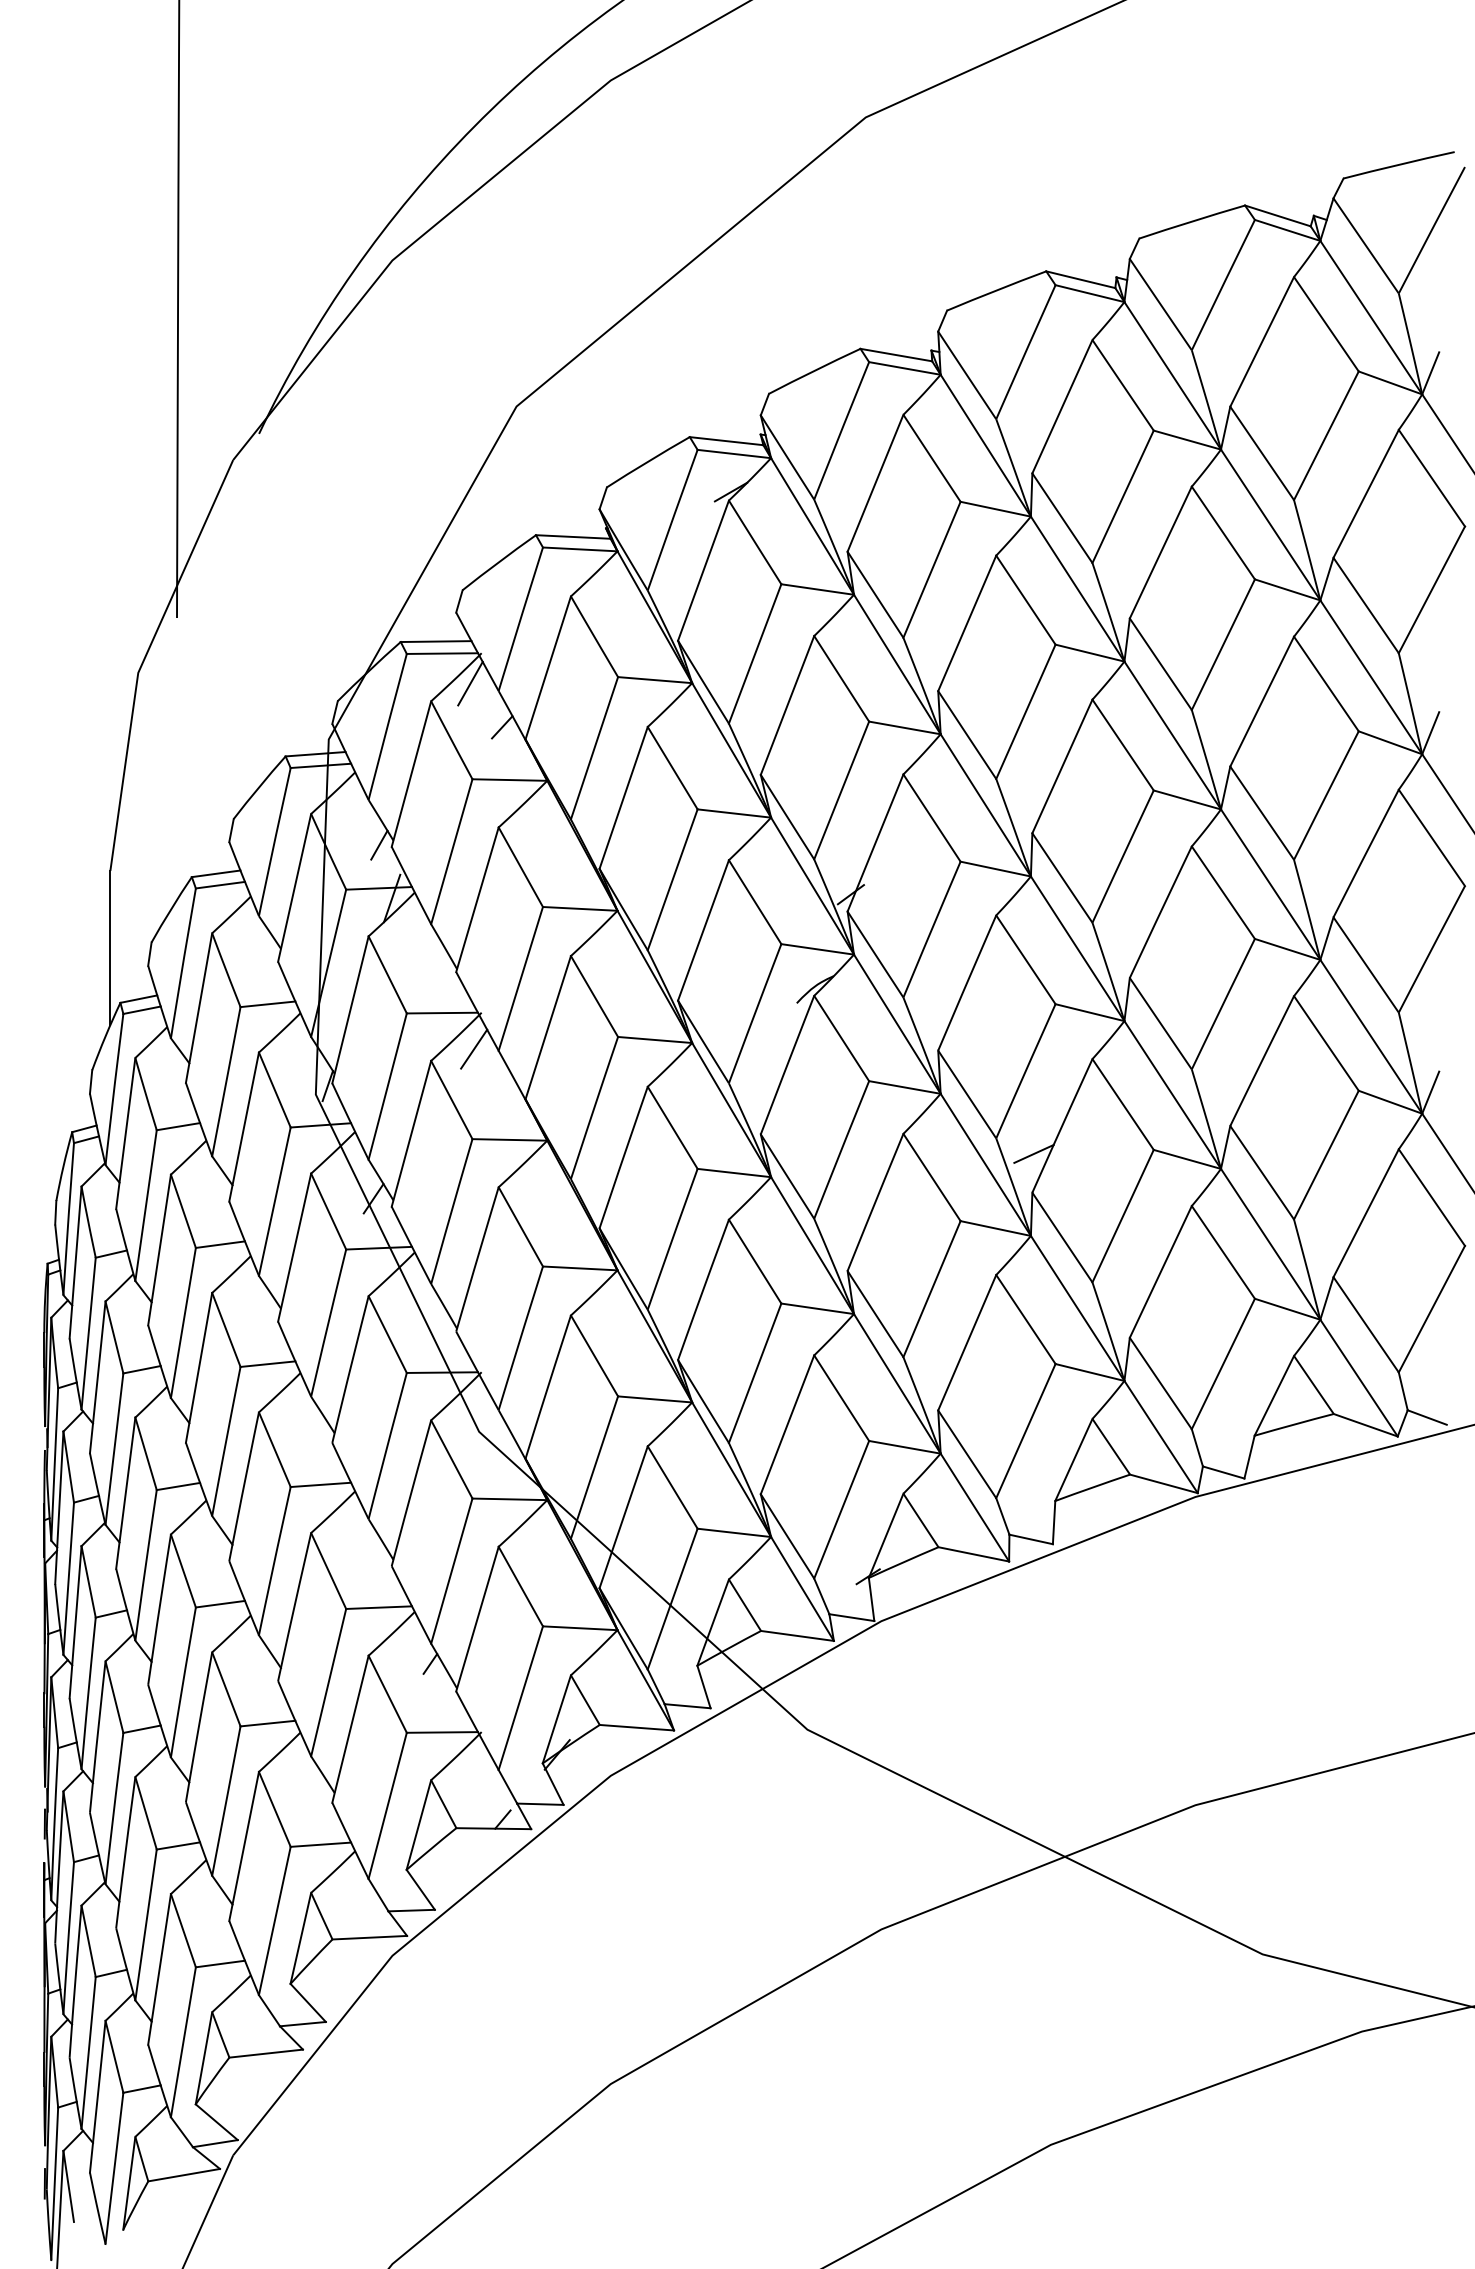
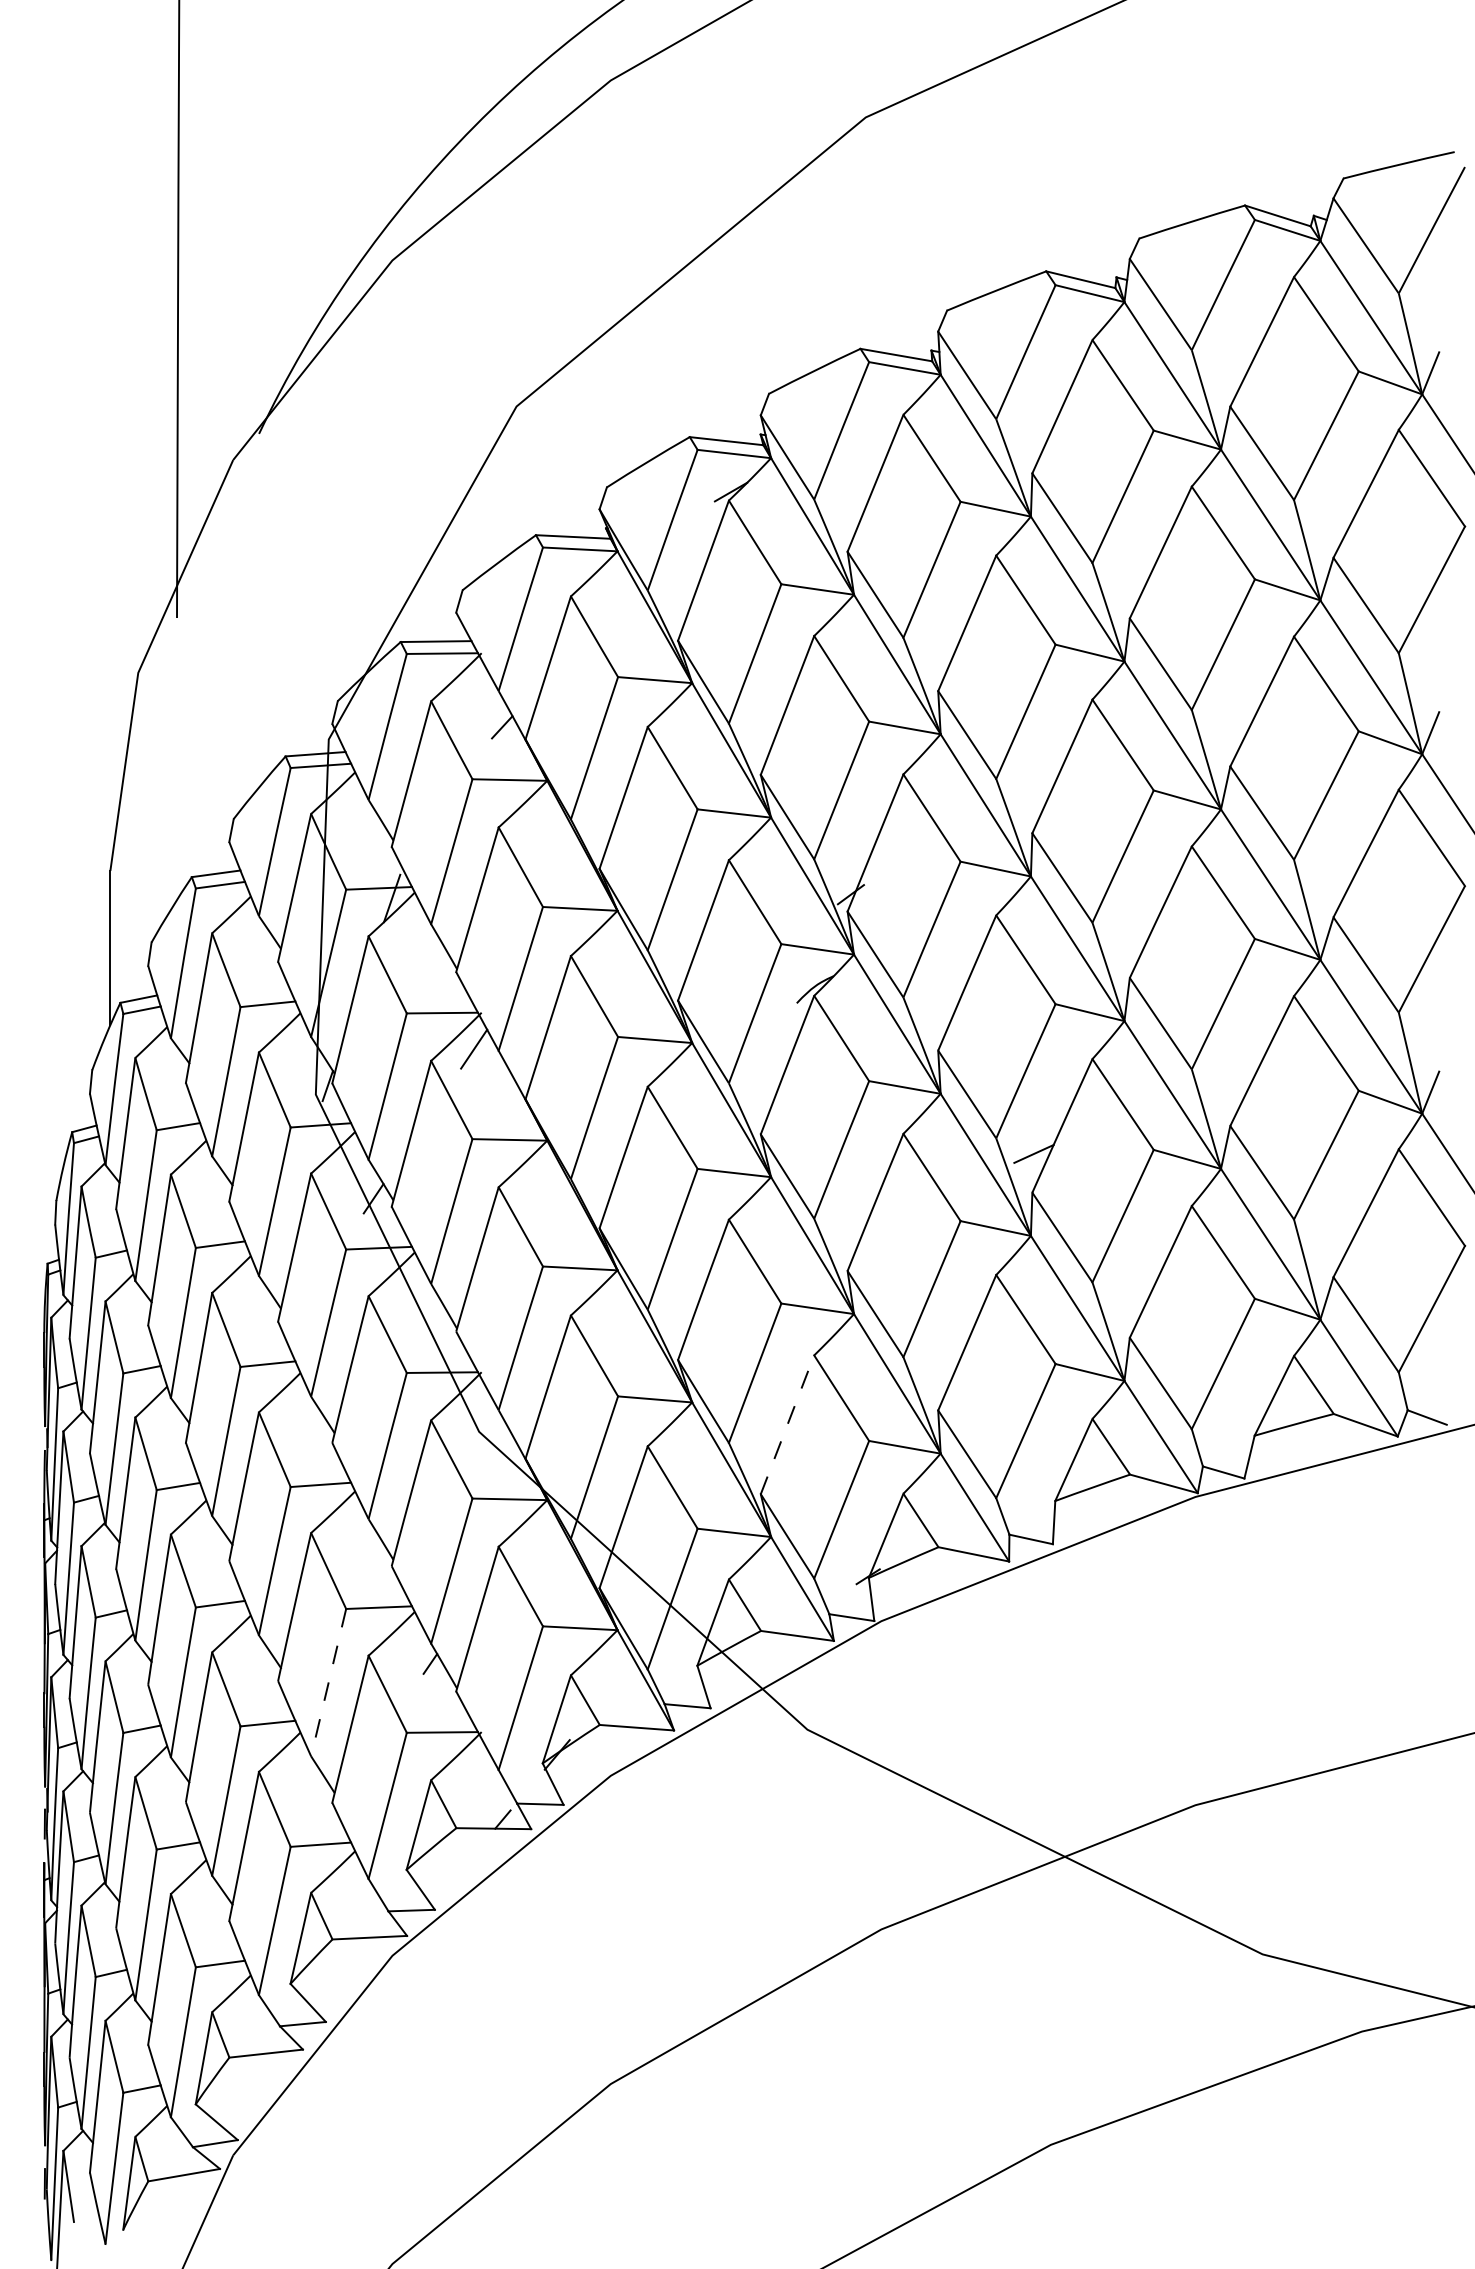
line at (470, 683): present -> none
line at (379, 844): present -> none
line at (787, 1424): solid -> dashed
line at (328, 1682): solid -> dashed
